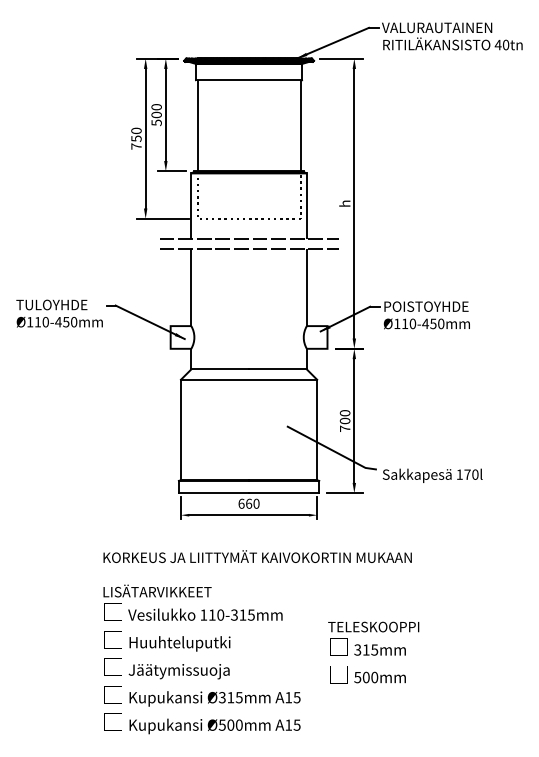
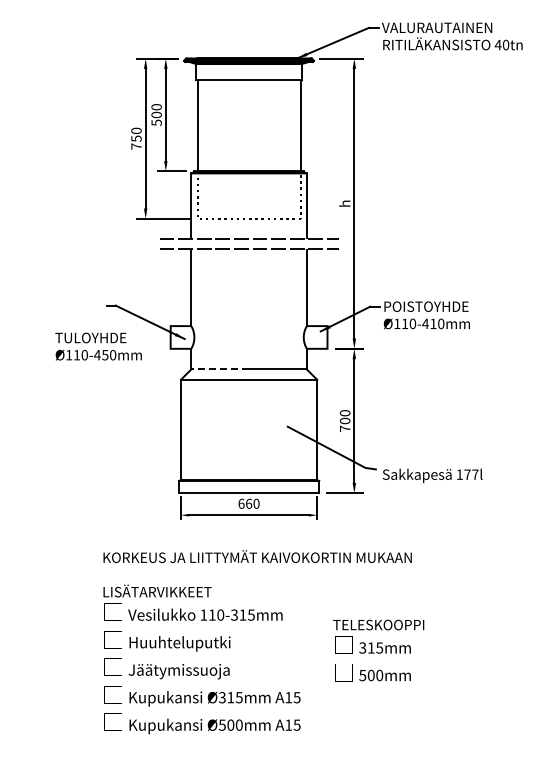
text at (59, 313) position: (59, 313) -> (98, 346)
text at (433, 323): Ø110-450mm -> Ø110-410mm
line at (220, 369): solid -> dashed
text at (475, 474): 170l -> 177l
text at (373, 652) position: (373, 652) -> (378, 650)
